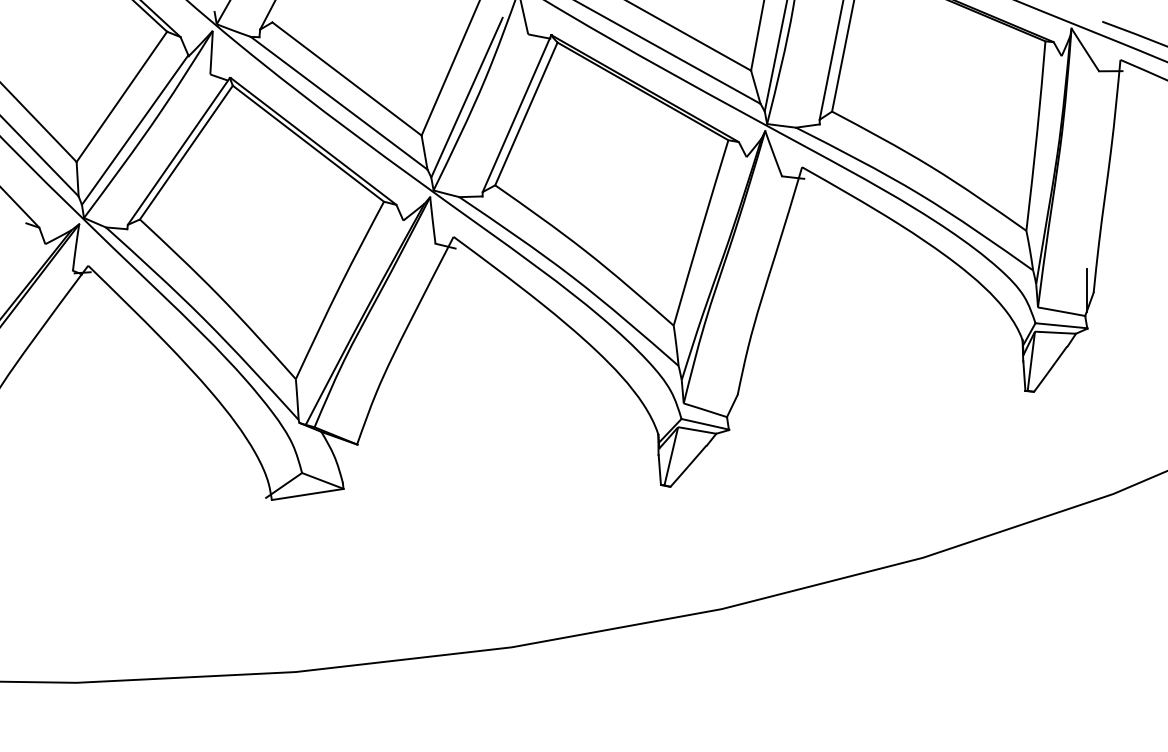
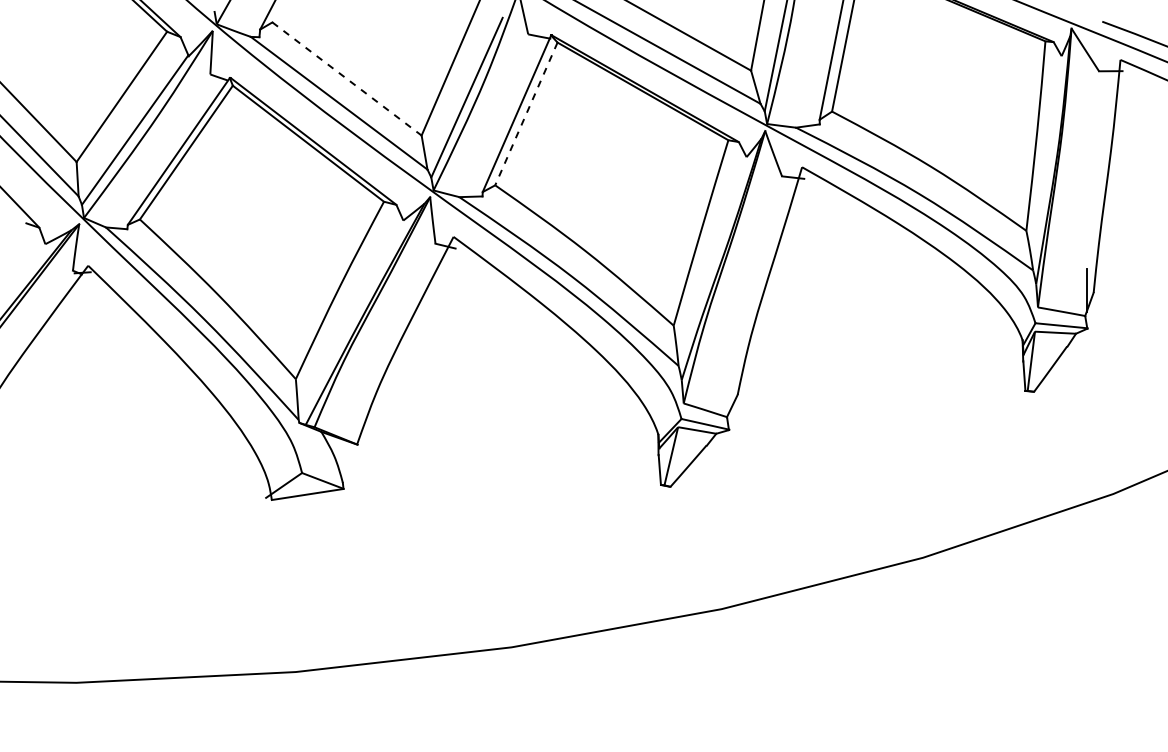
line at (347, 79): solid -> dashed
line at (526, 113): solid -> dashed
